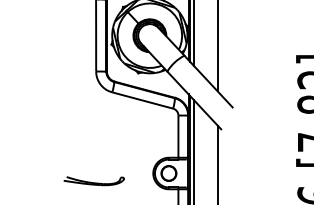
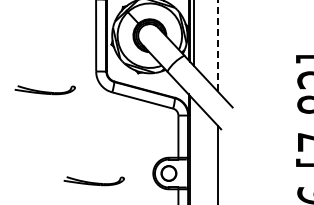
line at (217, 45): solid -> dashed
part at (44, 90): none -> present
line at (193, 150): present -> none
